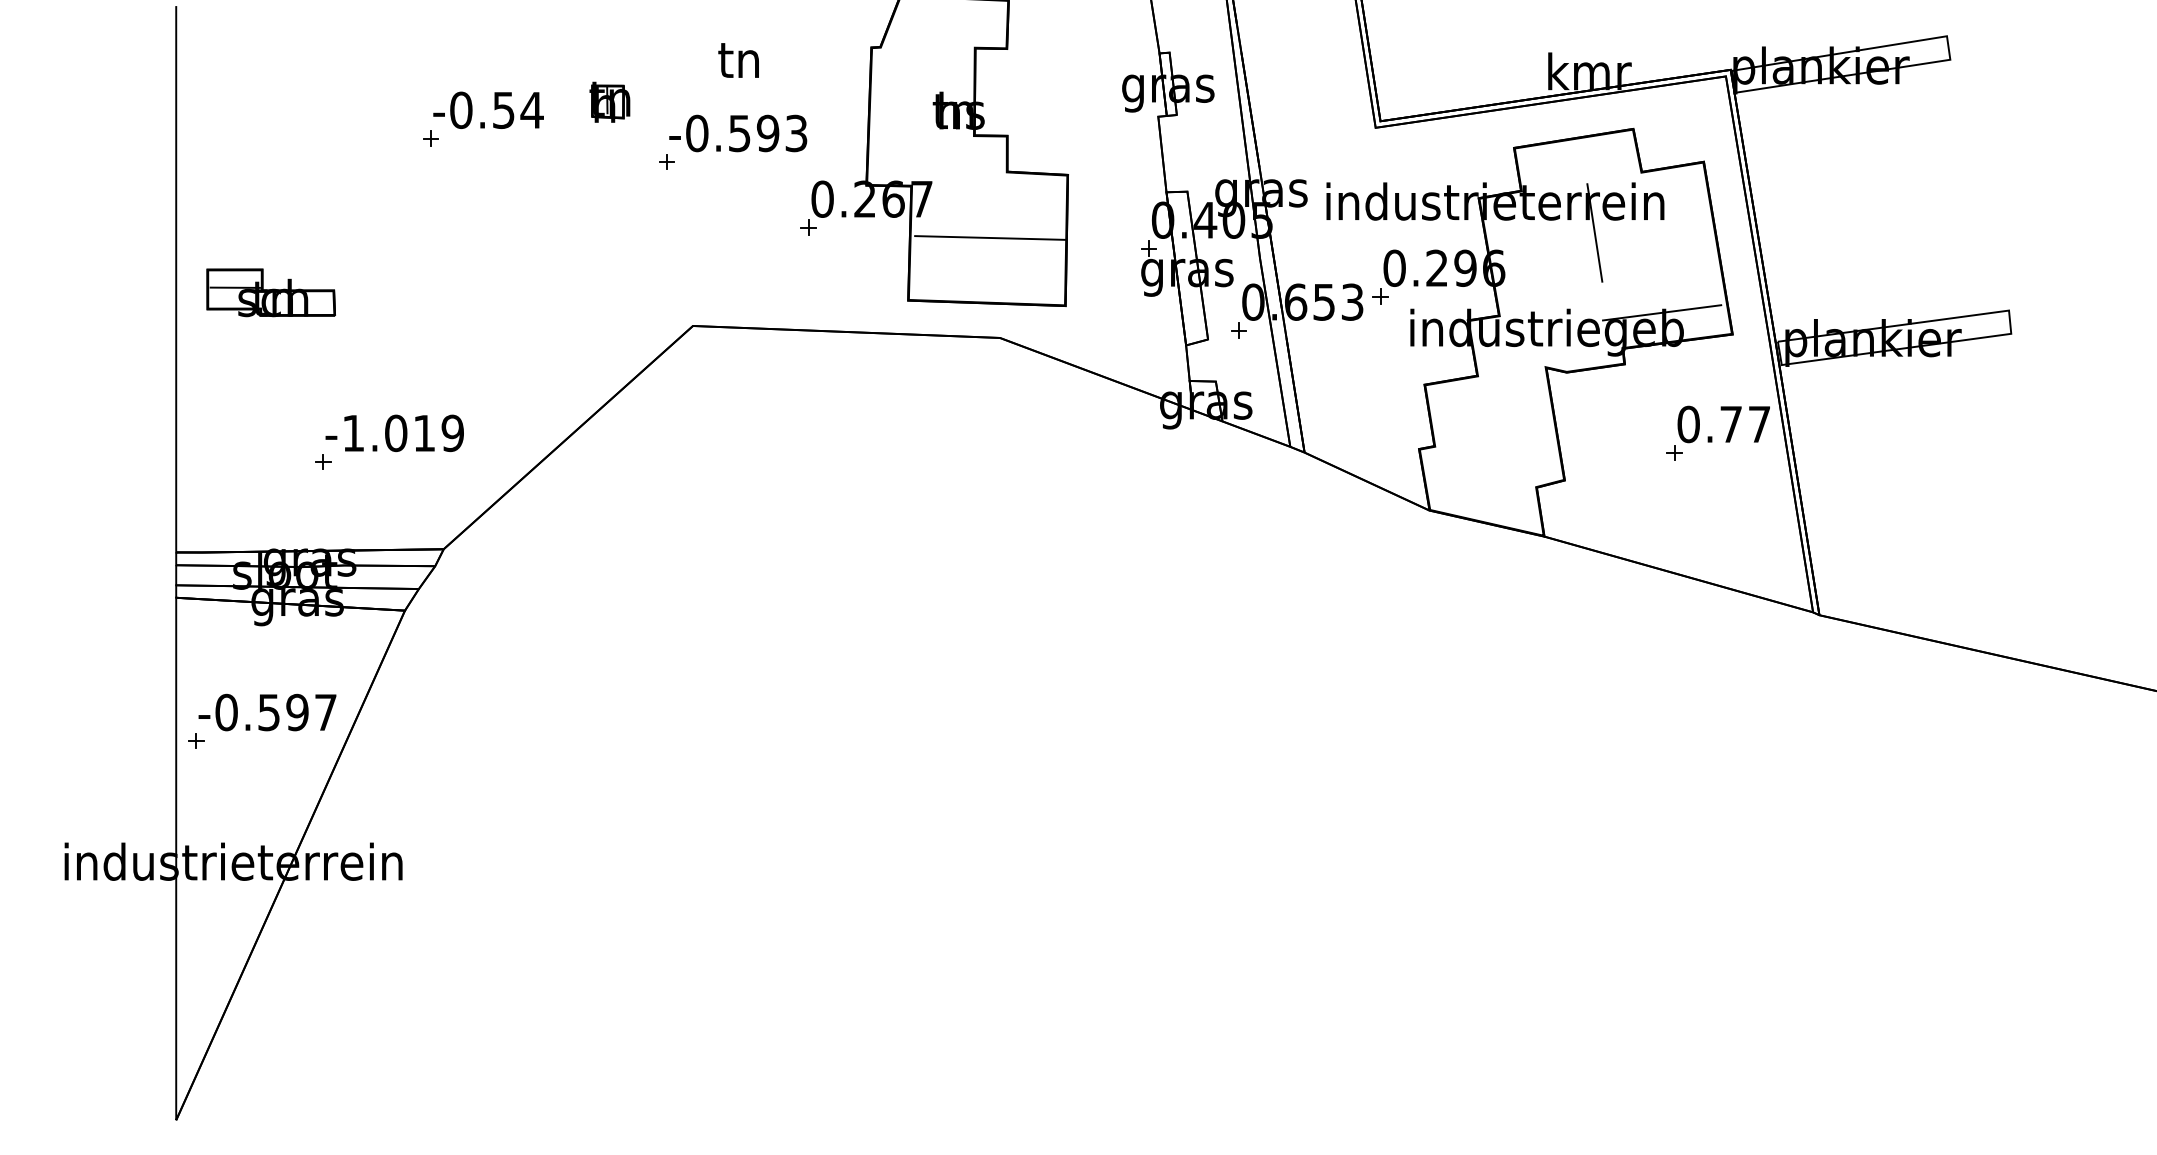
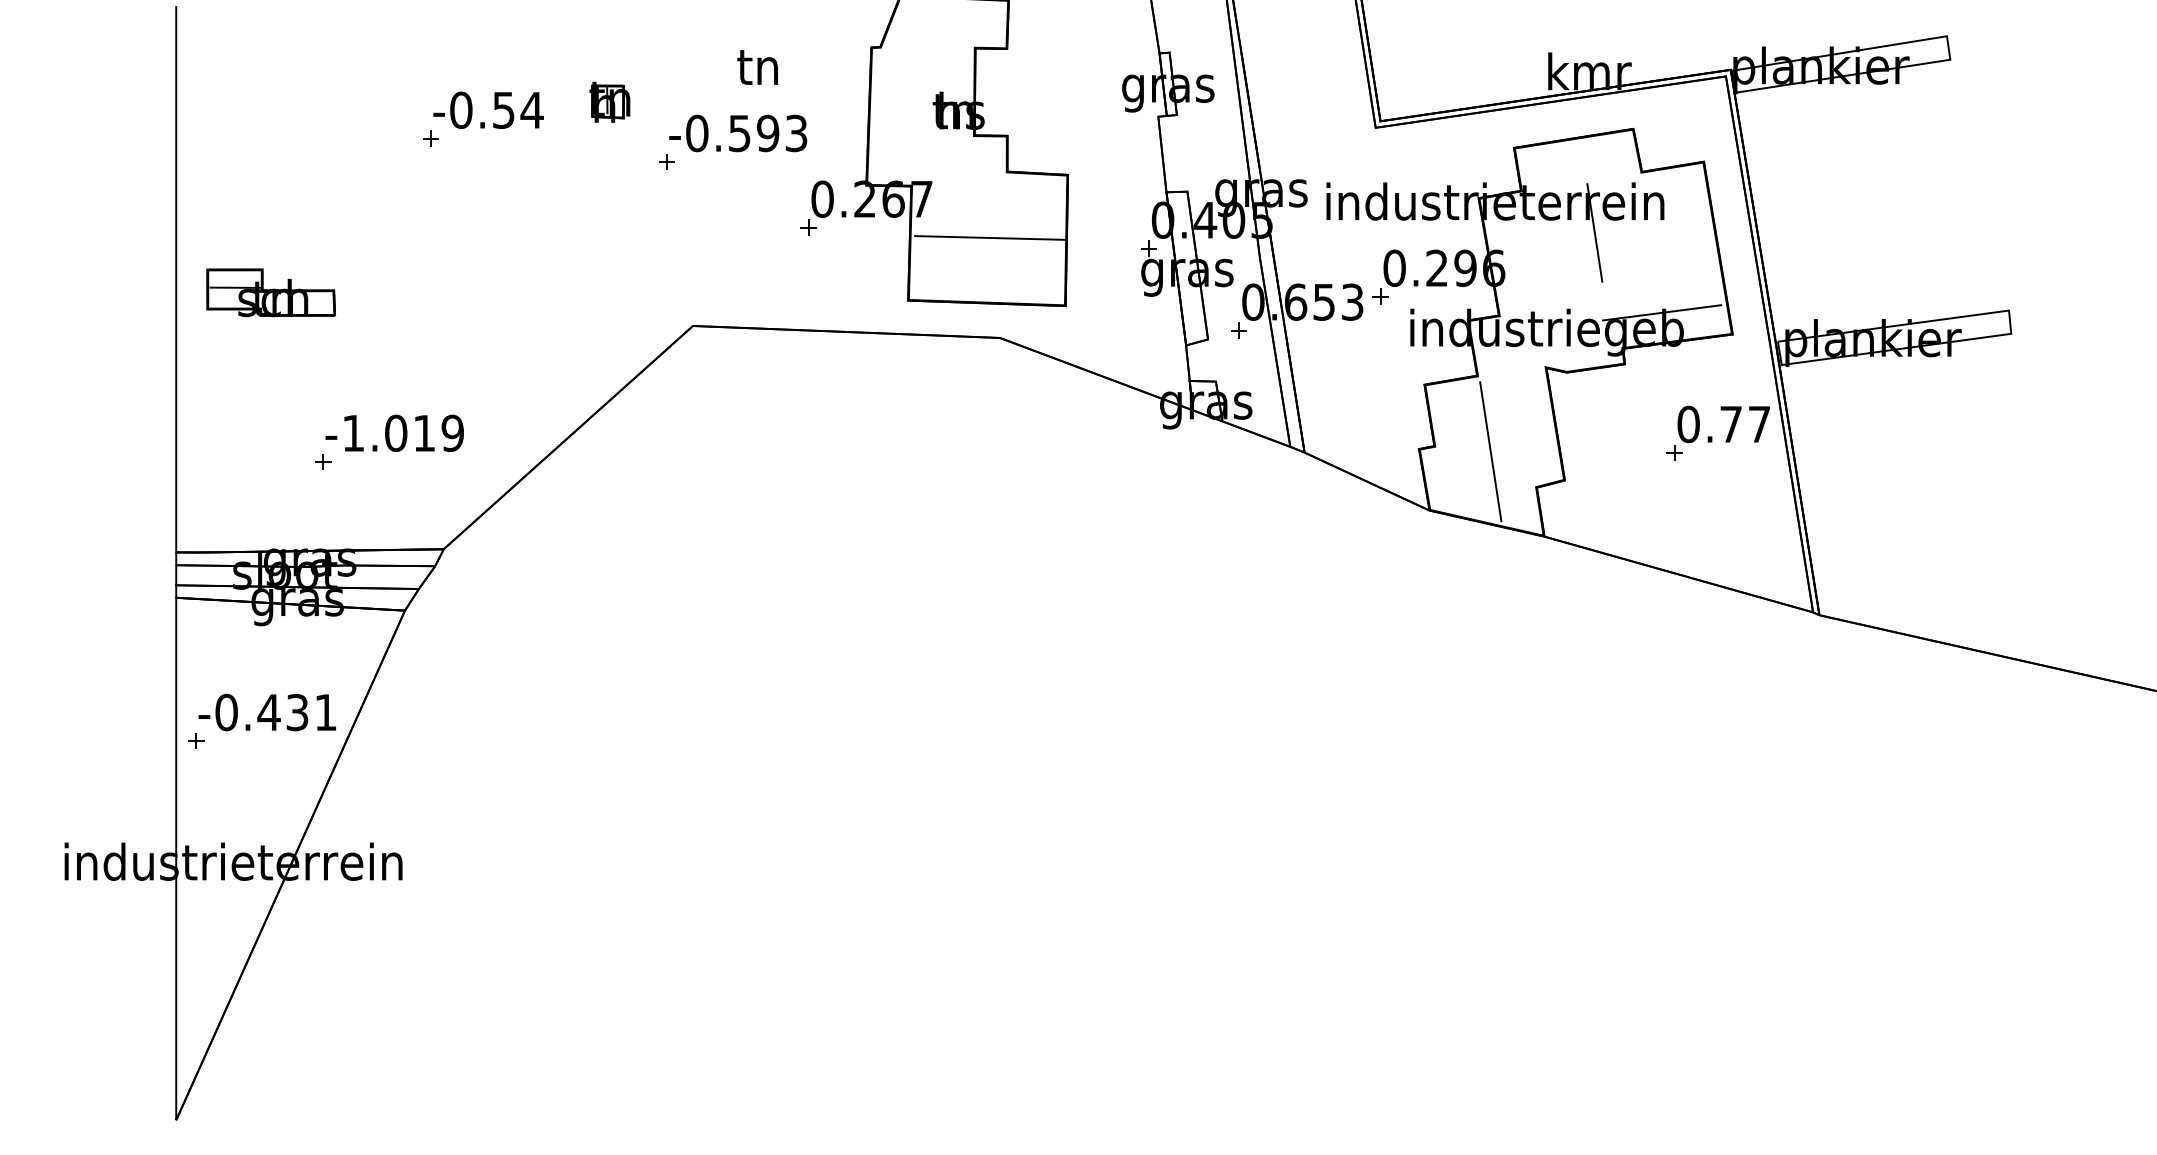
text at (738, 60) position: (738, 60) -> (757, 67)
line at (1490, 451): none -> present
text at (296, 712): -0.597 -> -0.431
